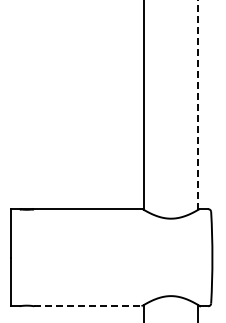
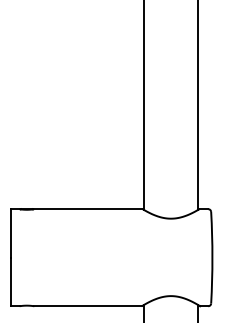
line at (198, 104): dashed -> solid
line at (87, 306): dashed -> solid
